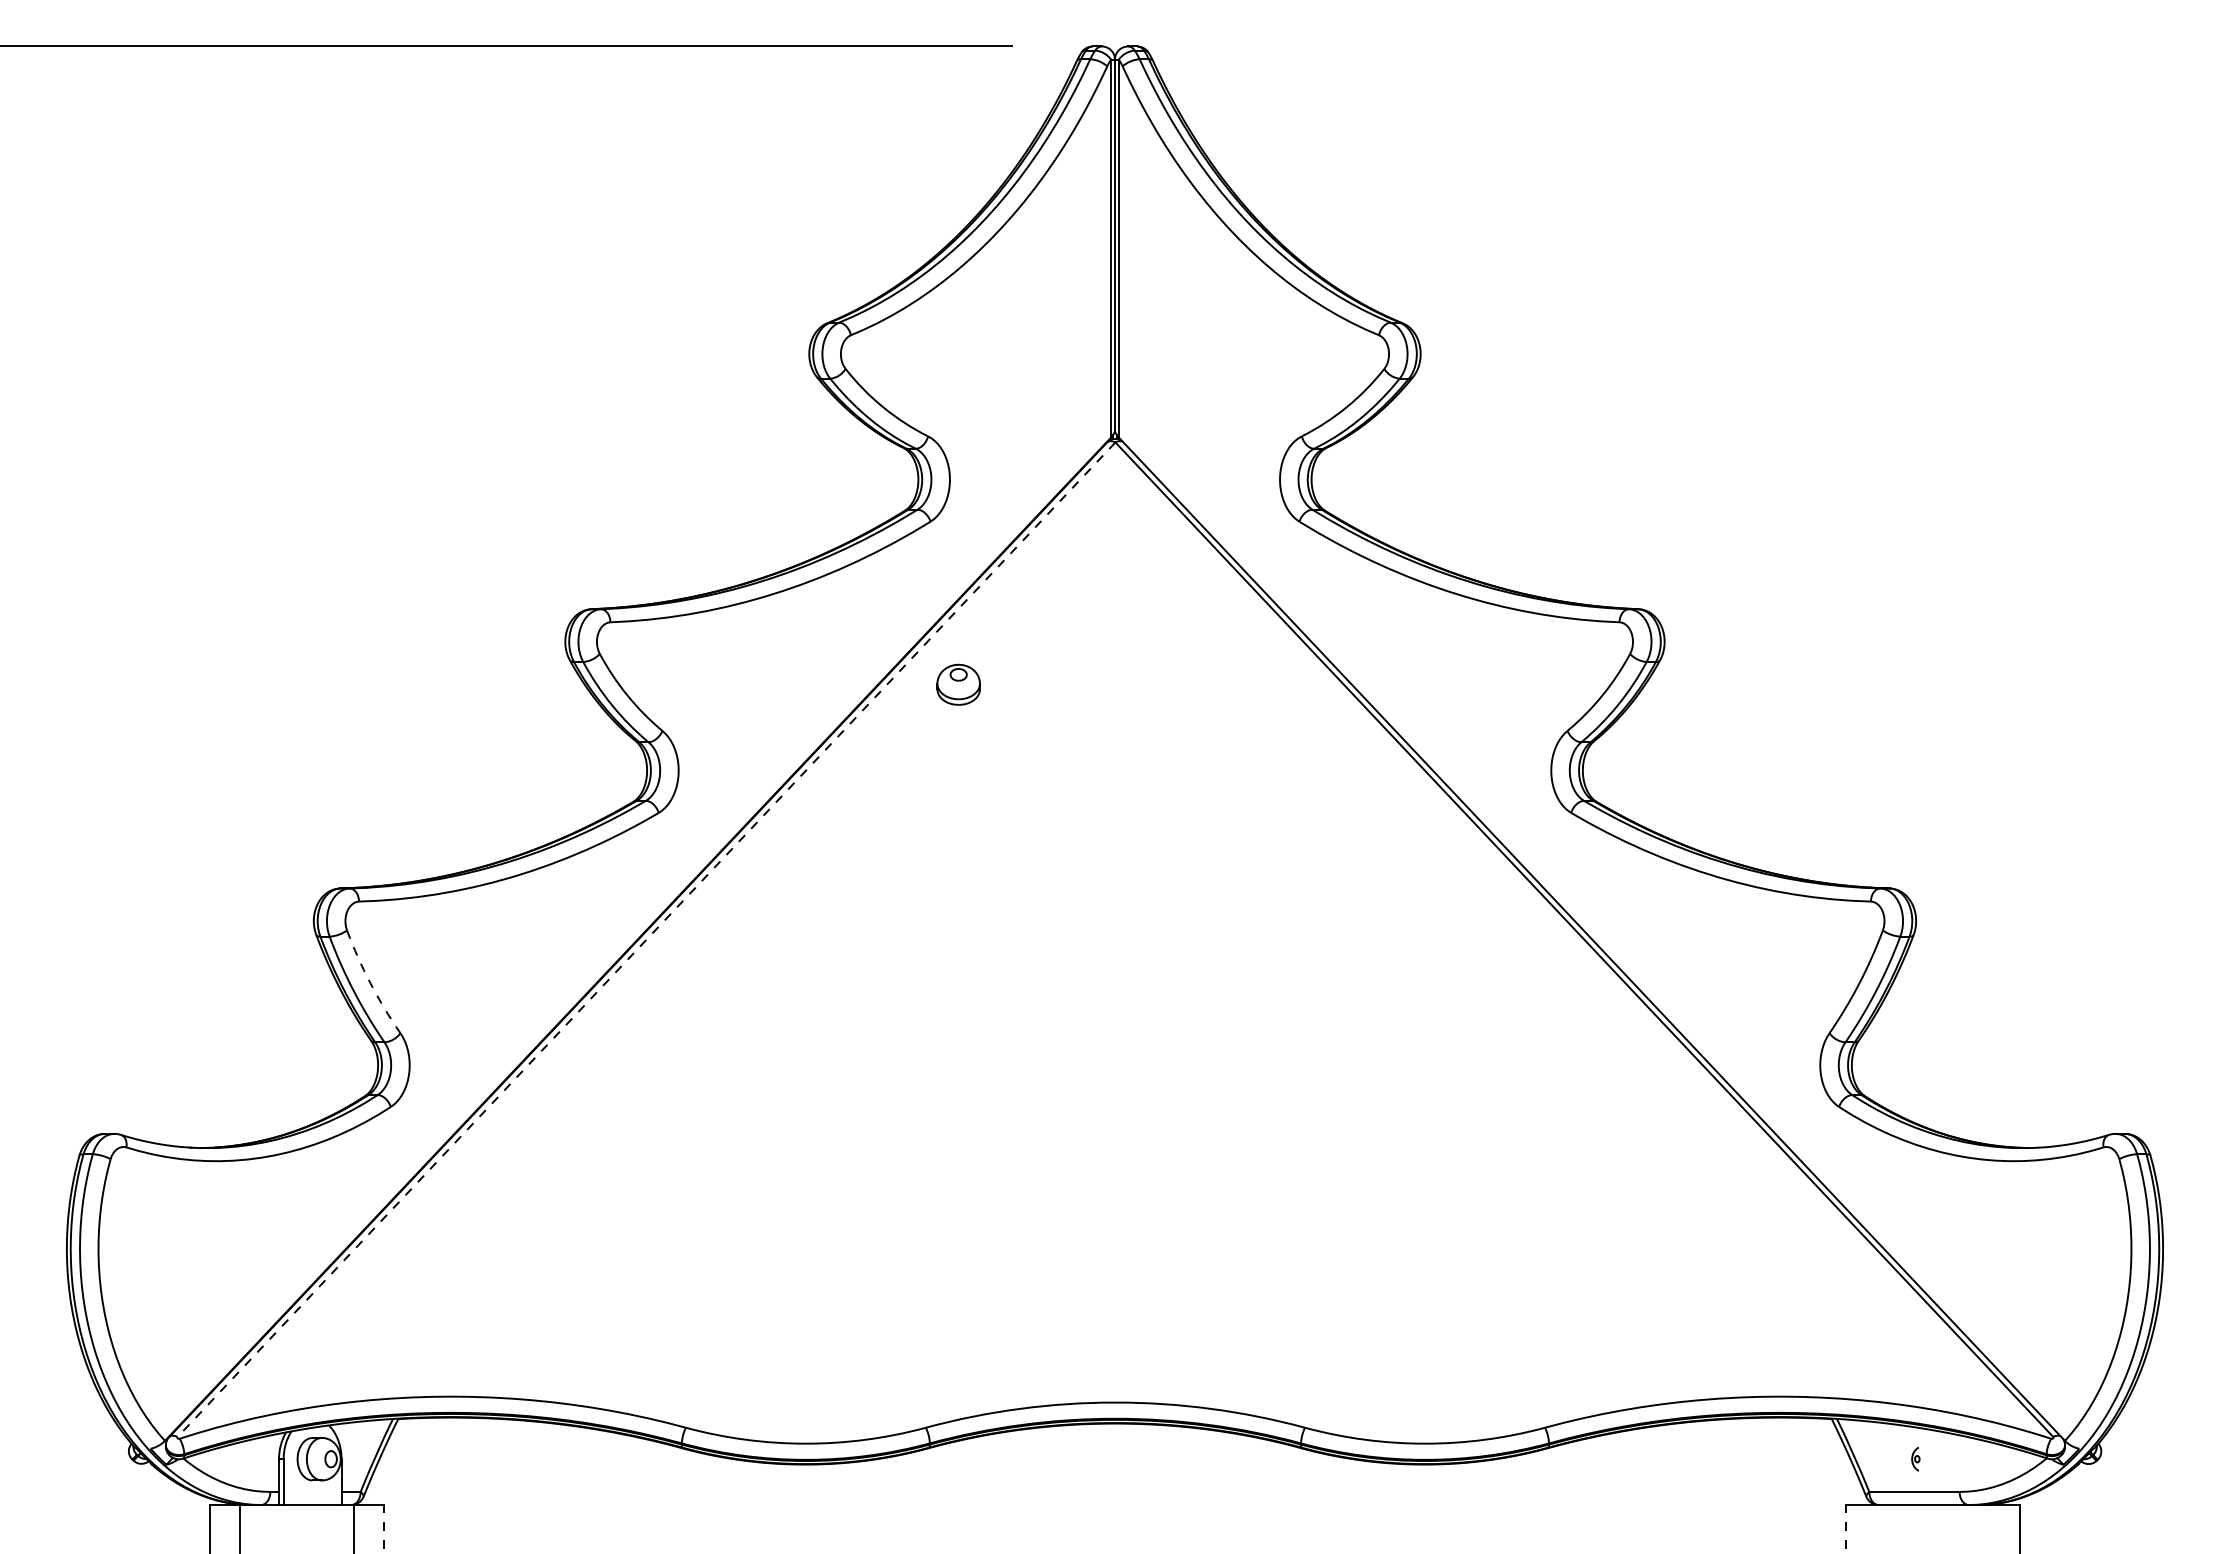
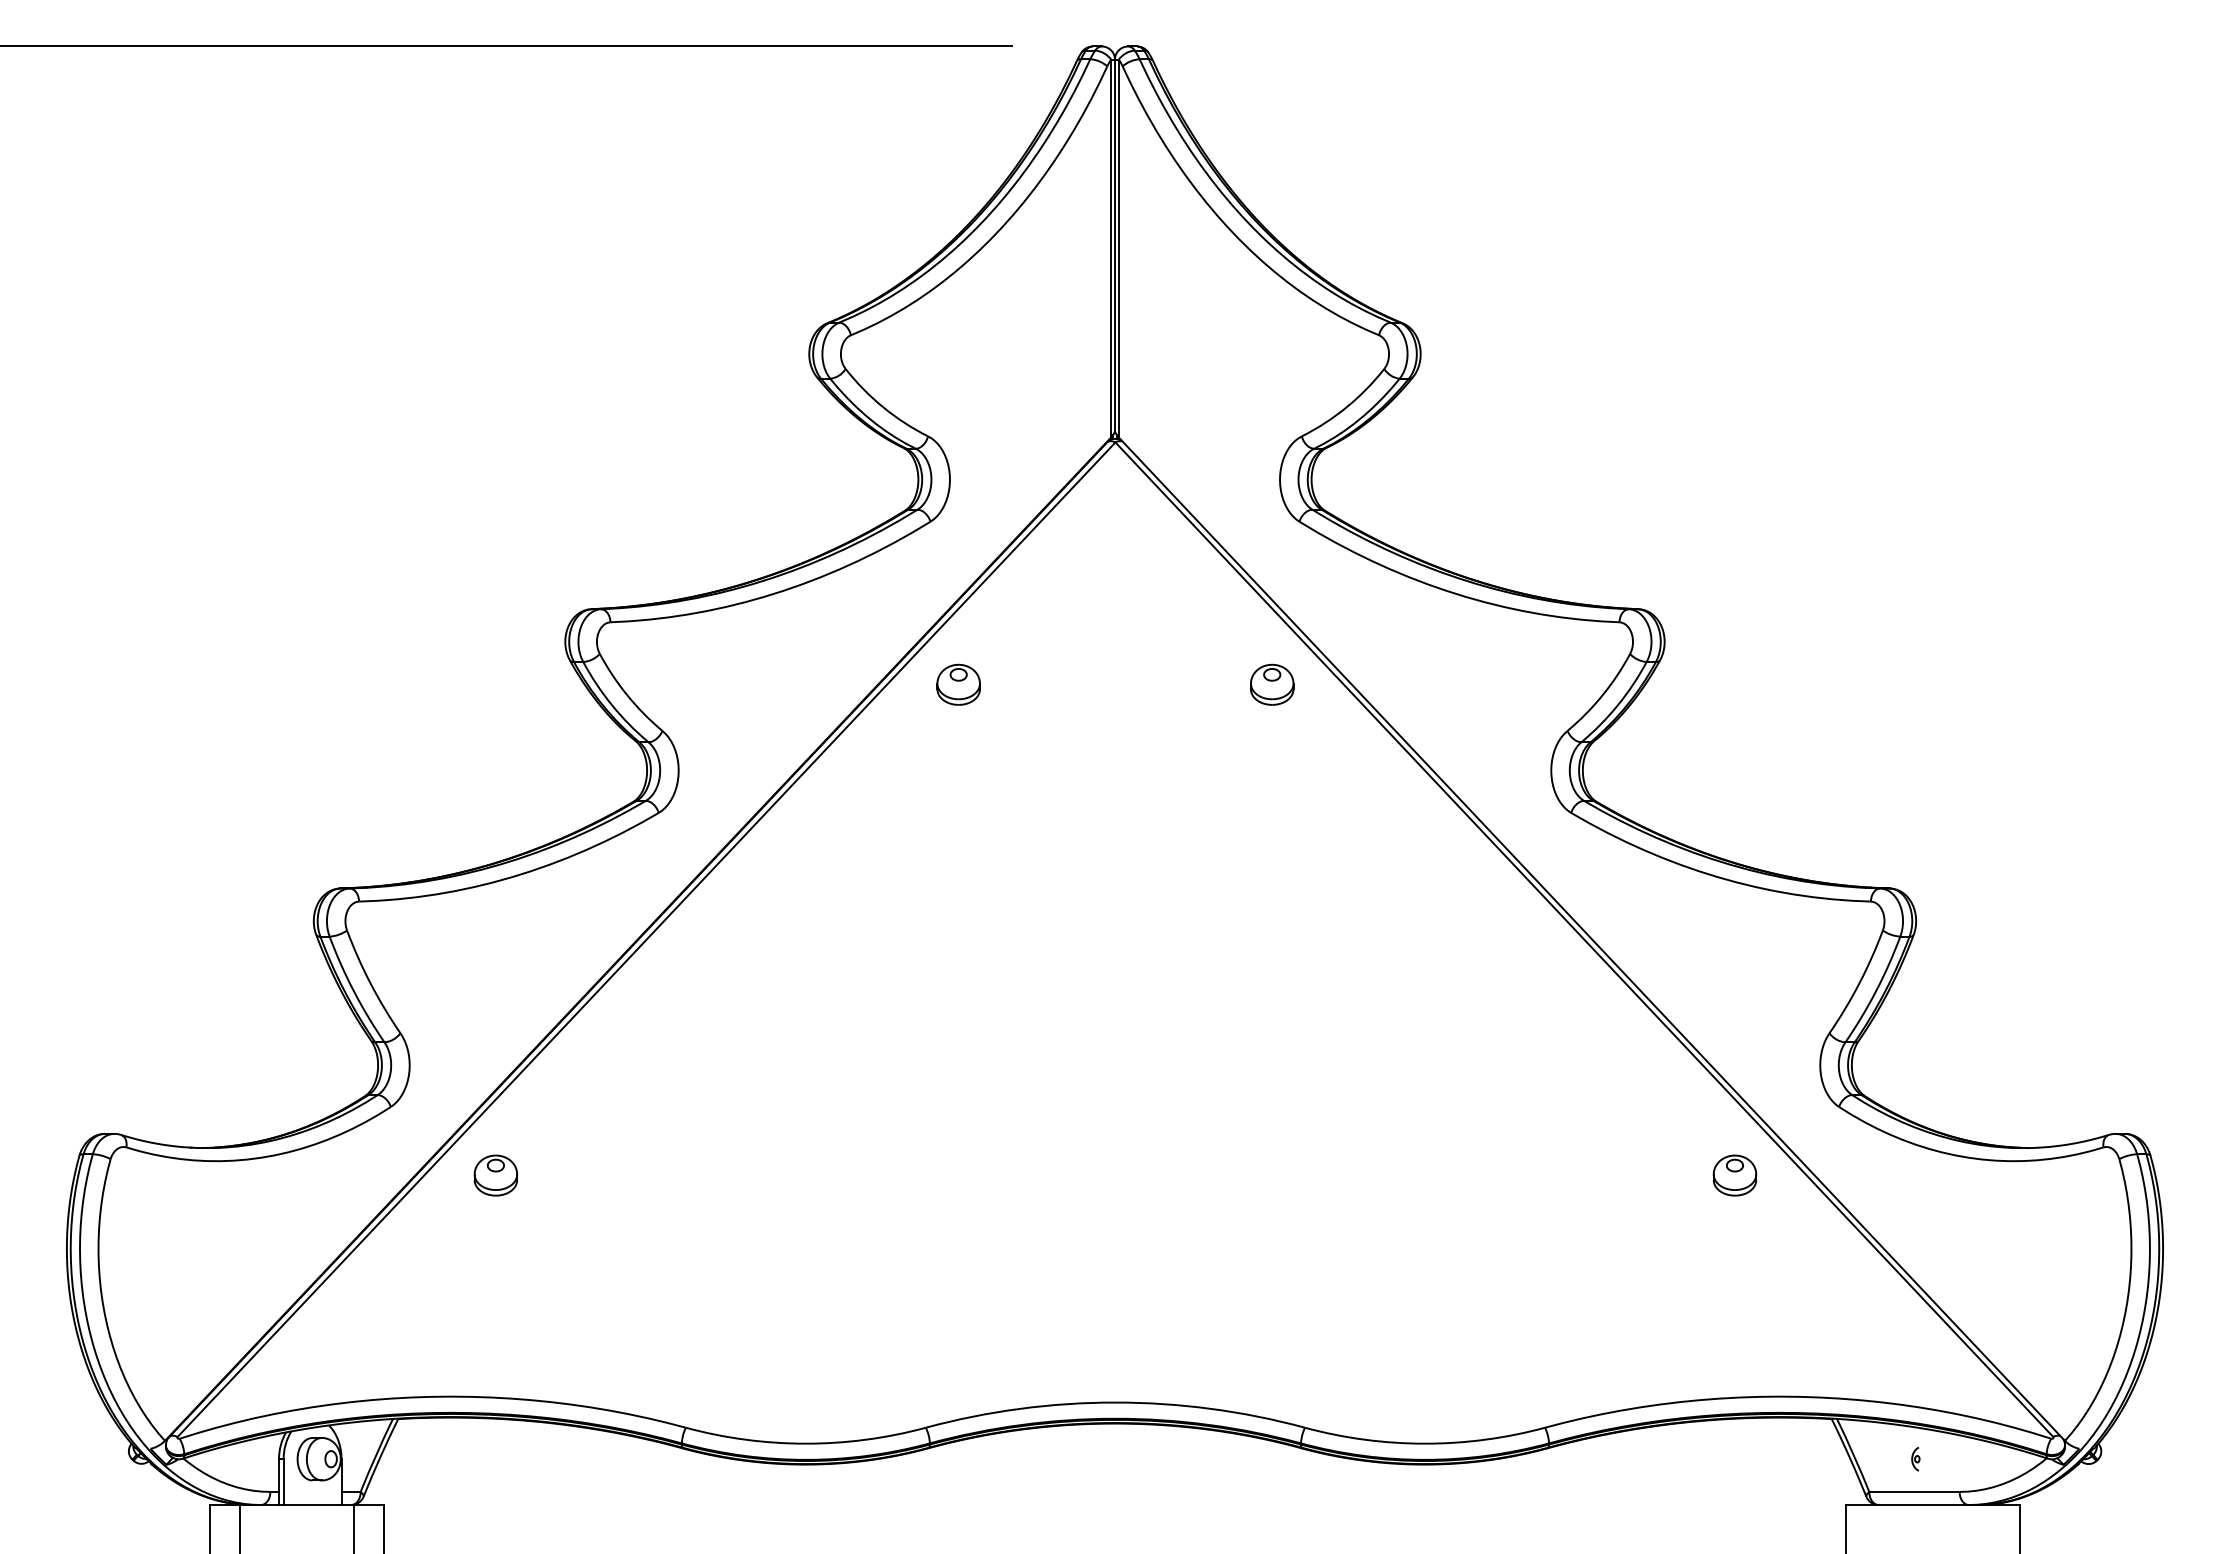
part at (1272, 684): none -> present
line at (646, 940): dashed -> solid
arc at (370, 983): dashed -> solid
part at (495, 1175): none -> present
part at (1734, 1175): none -> present
line at (383, 1528): dashed -> solid
line at (1846, 1528): dashed -> solid
